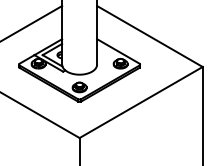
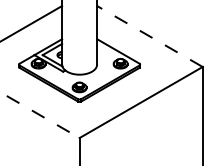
line at (149, 36): solid -> dashed
line at (40, 115): solid -> dashed
